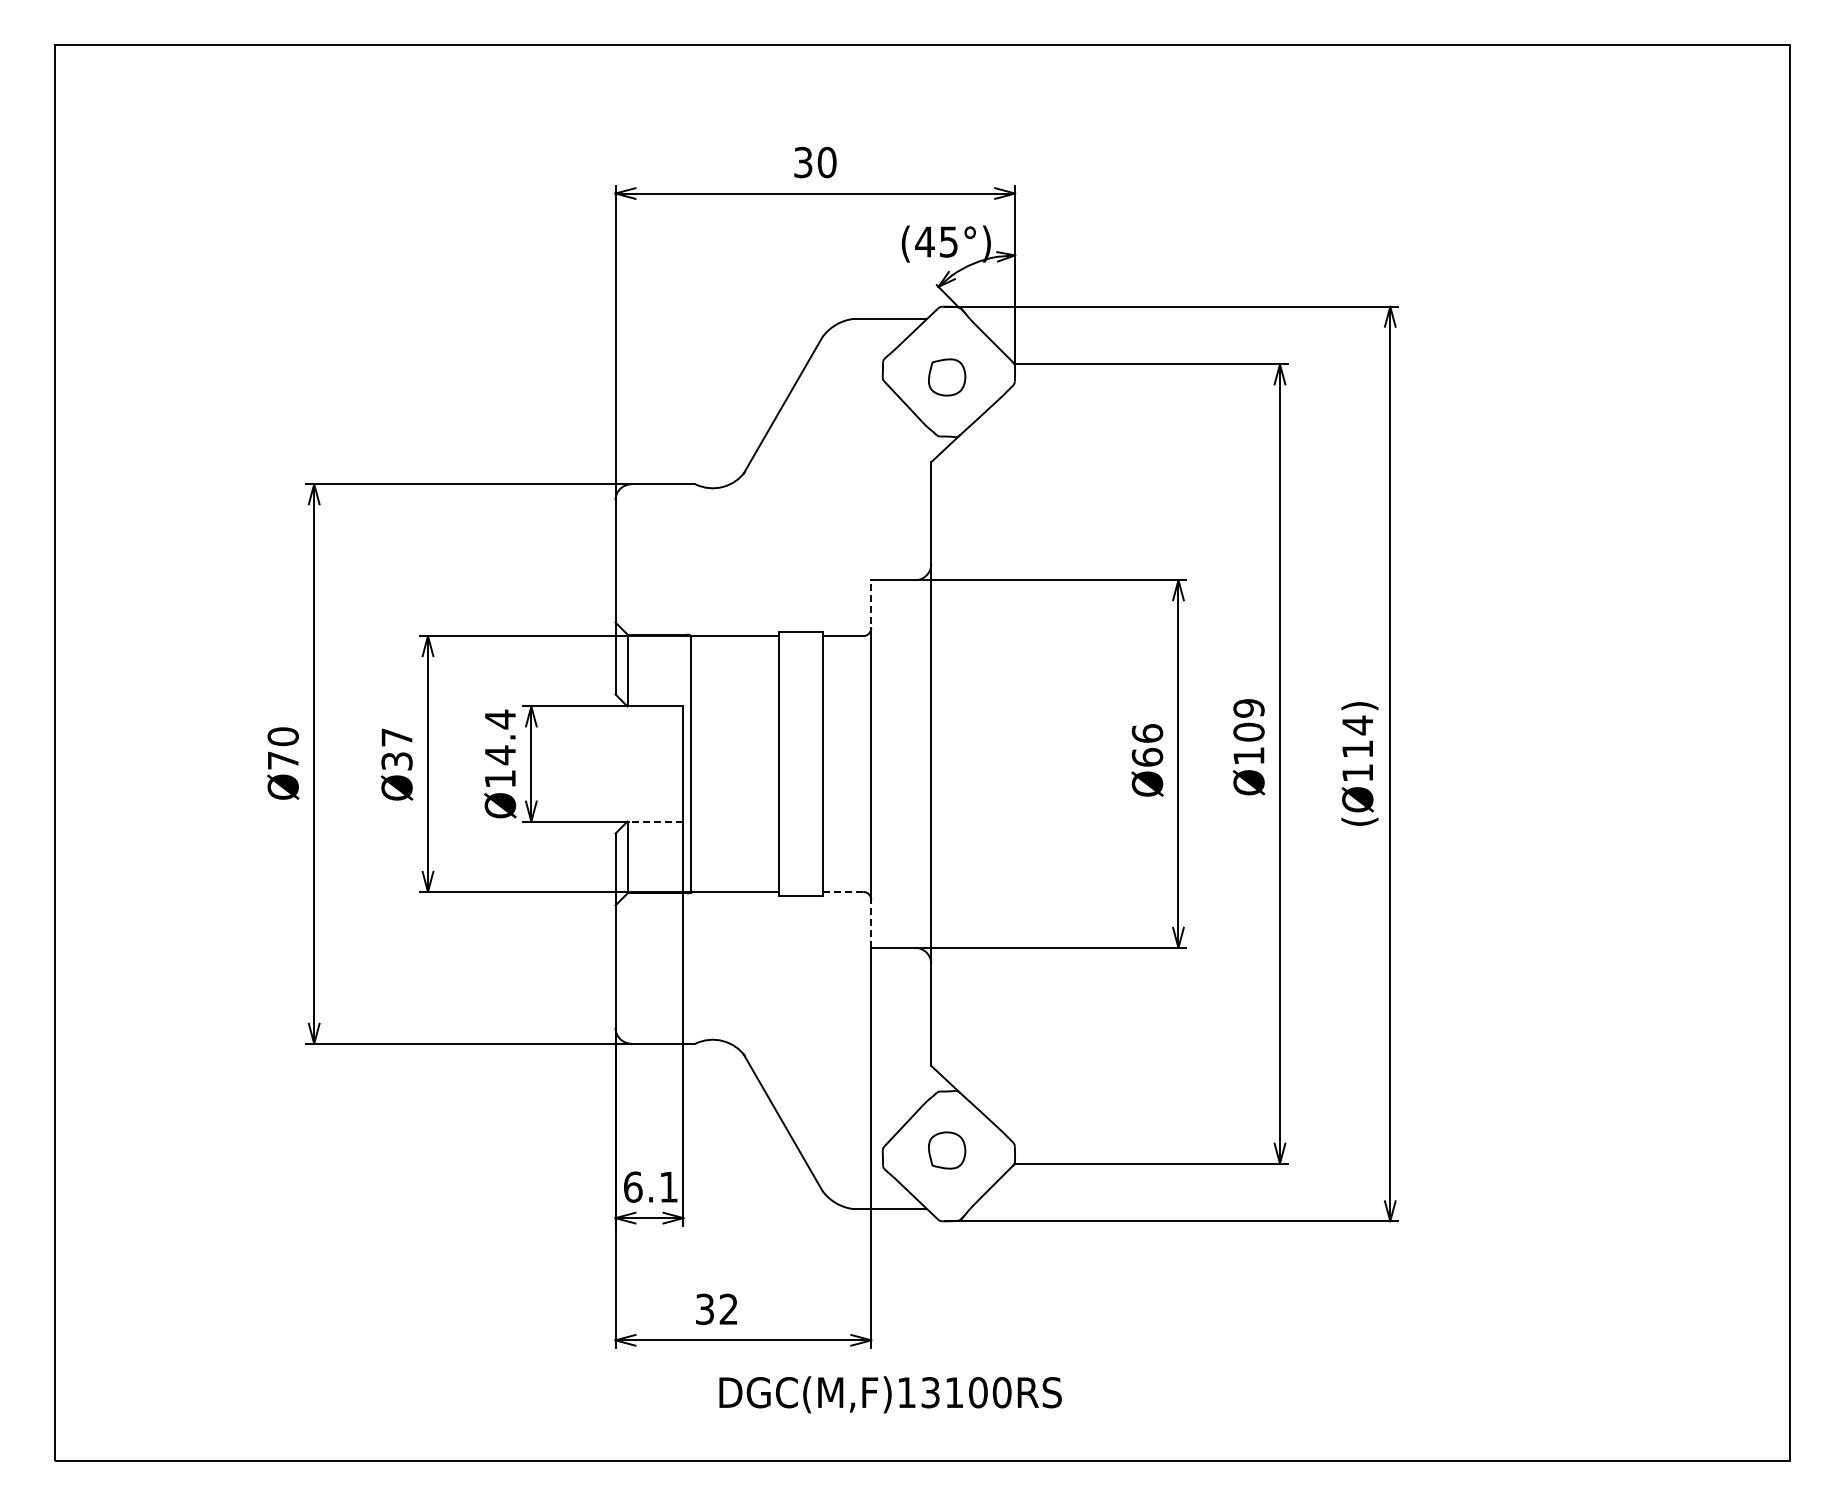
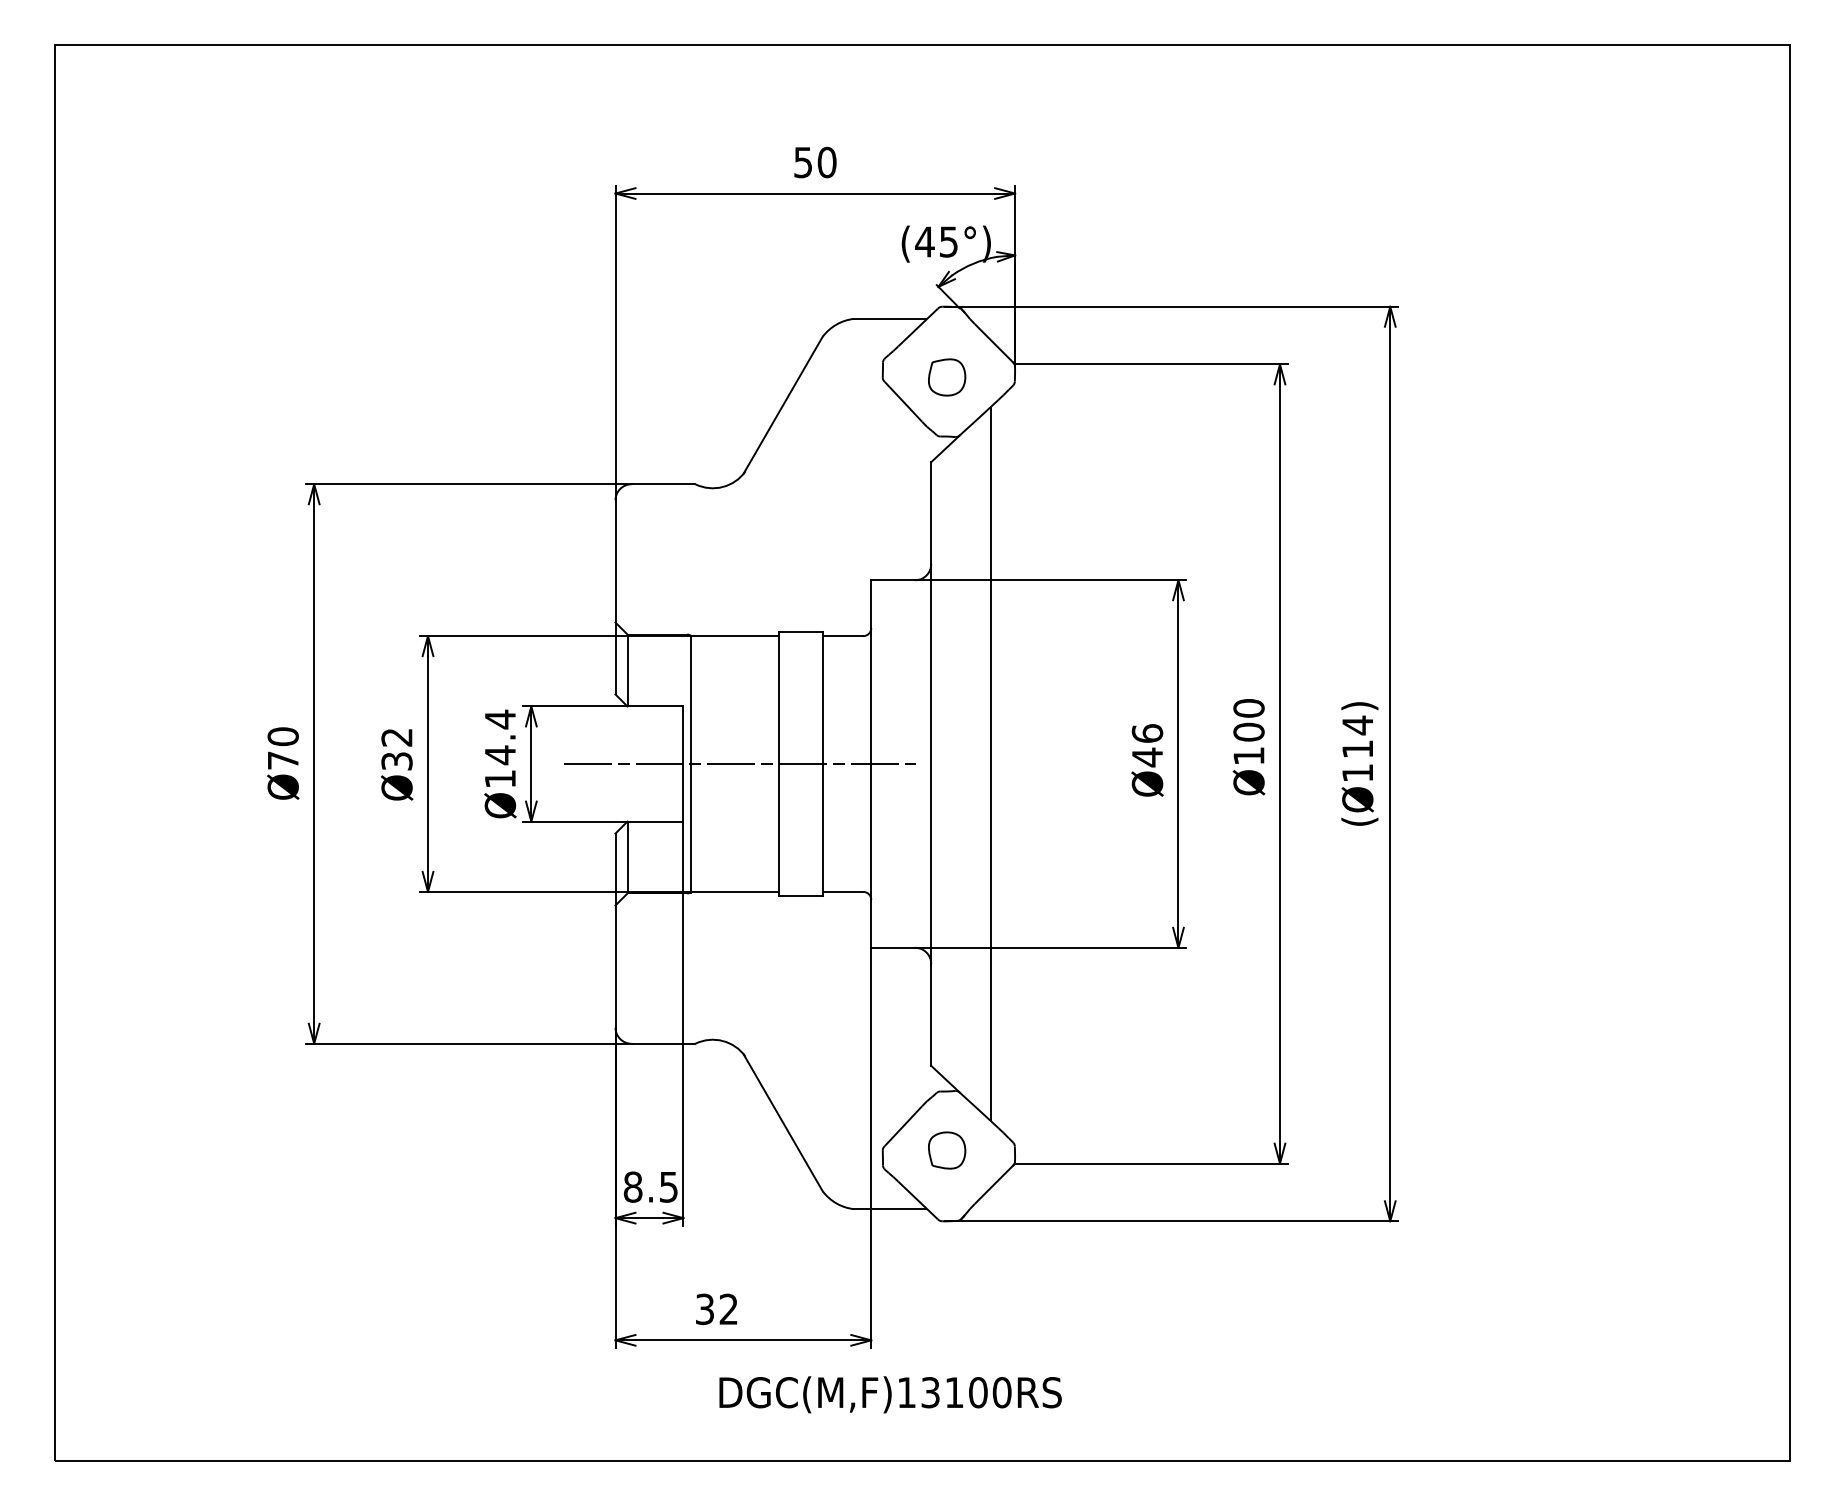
text at (803, 161): 30 -> 50
line at (871, 606): dashed -> solid
text at (1248, 708): Ø109 -> Ø100
text at (396, 737): Ø37 -> Ø32
text at (1147, 757): Ø66 -> Ø46
line at (991, 763): none -> present
line at (739, 764): none -> present
line at (655, 821): dashed -> solid
line at (843, 891): dashed -> solid
line at (871, 920): dashed -> solid
text at (650, 1186): 6.1 -> 8.5
